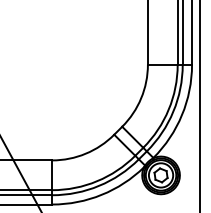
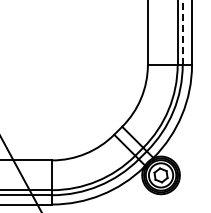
line at (182, 32): solid -> dashed
line at (200, 105): present -> none
